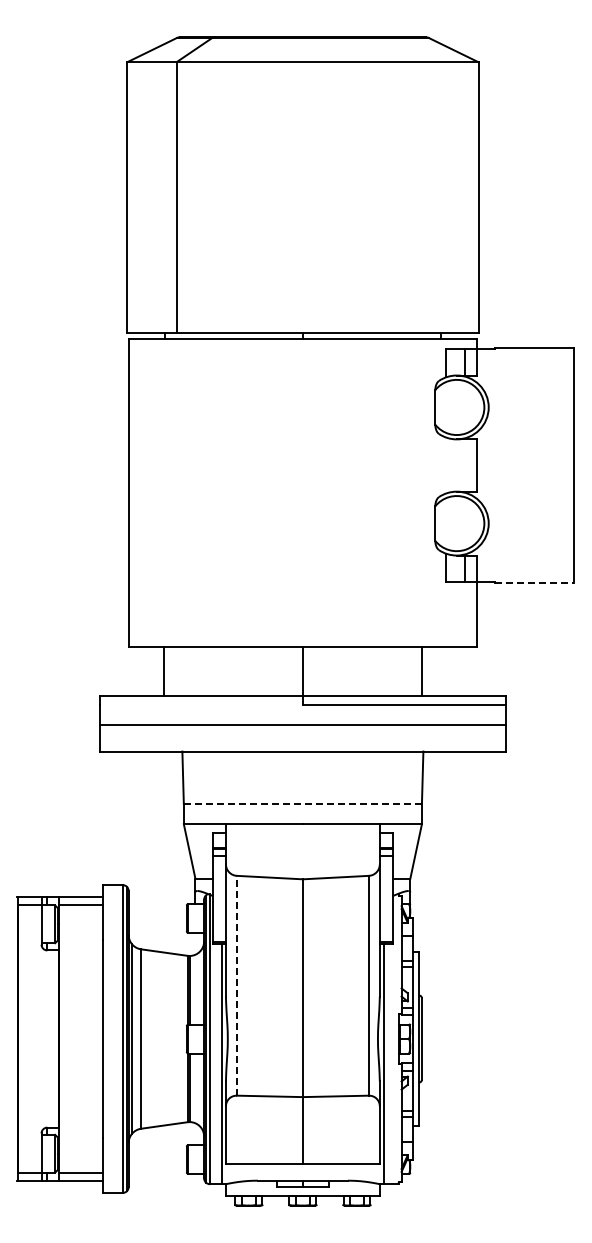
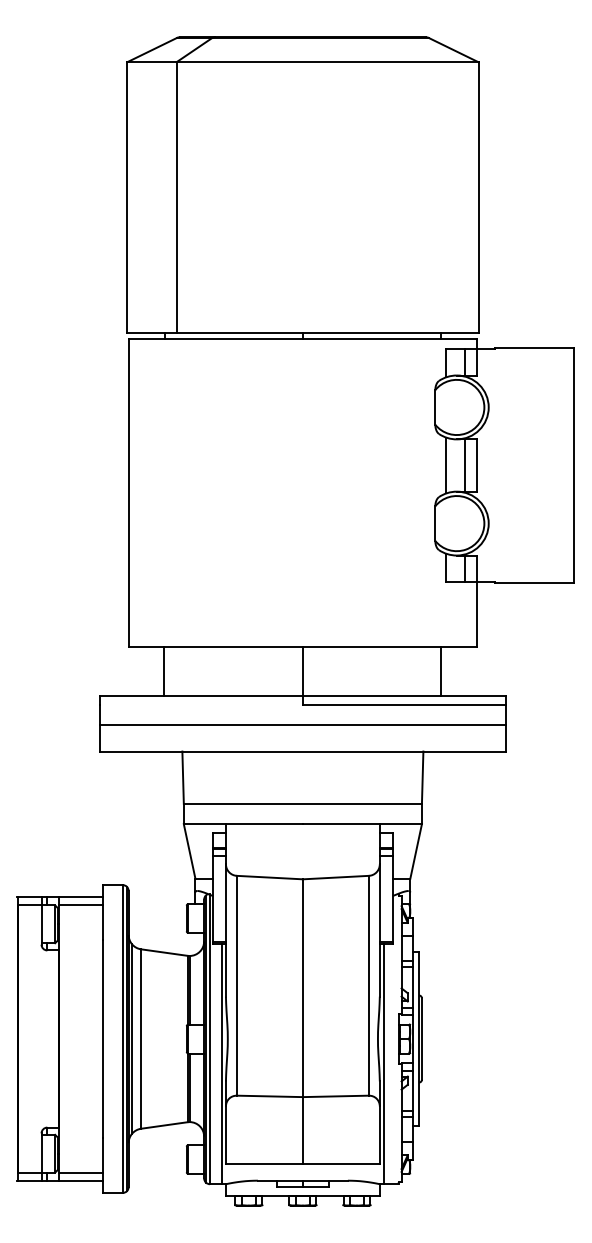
line at (446, 465): none -> present
line at (465, 465): none -> present
line at (534, 583): dashed -> solid
line at (422, 671) position: (422, 671) -> (441, 671)
line at (303, 803): dashed -> solid
line at (236, 985): dashed -> solid
